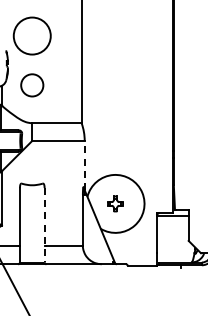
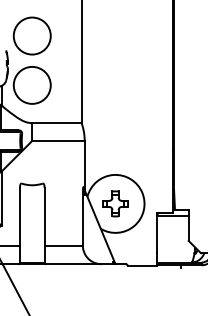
circle at (32, 85) diameter: 22 px -> 37 px
line at (84, 164): dashed -> solid
part at (115, 203) size: 17x18 px -> 27x28 px
line at (44, 225): dashed -> solid
